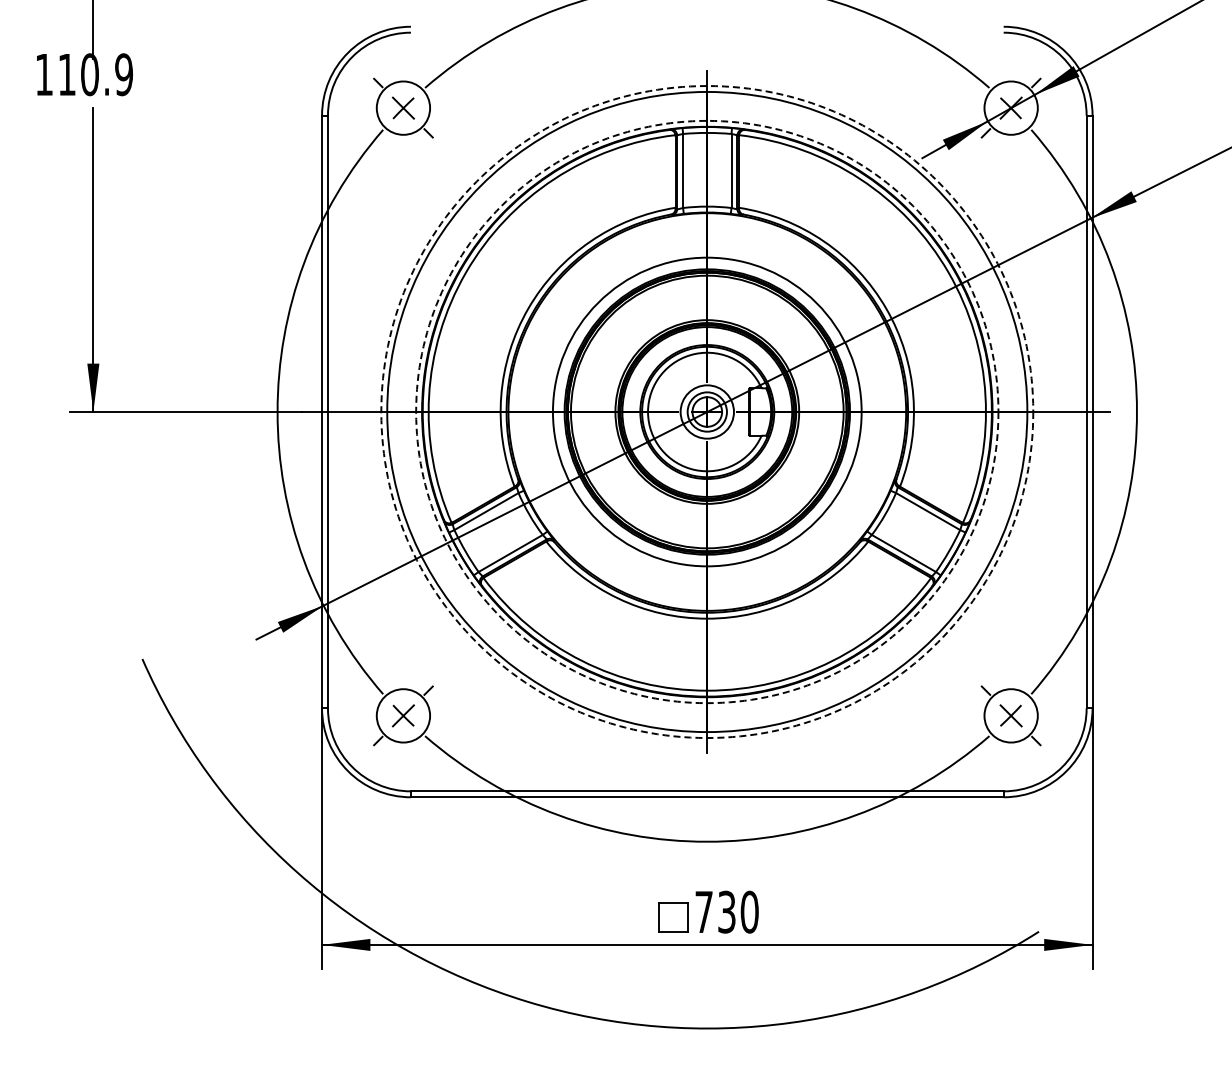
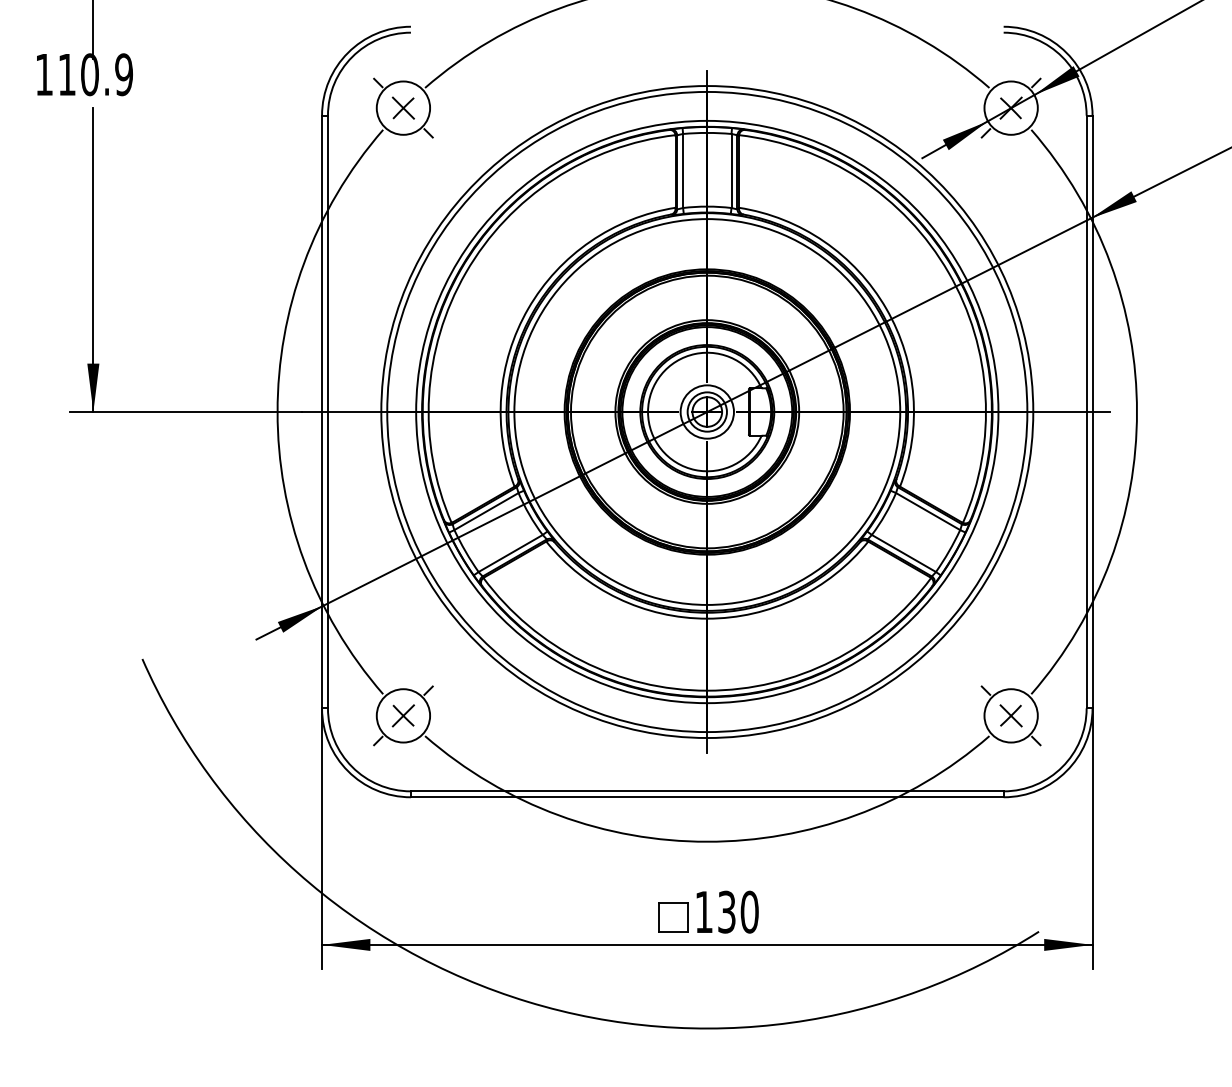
circle at (706, 411) diameter: 309 px -> 386 px
circle at (707, 411): dashed -> solid
circle at (707, 412): dashed -> solid
text at (703, 911): 730 -> 130
